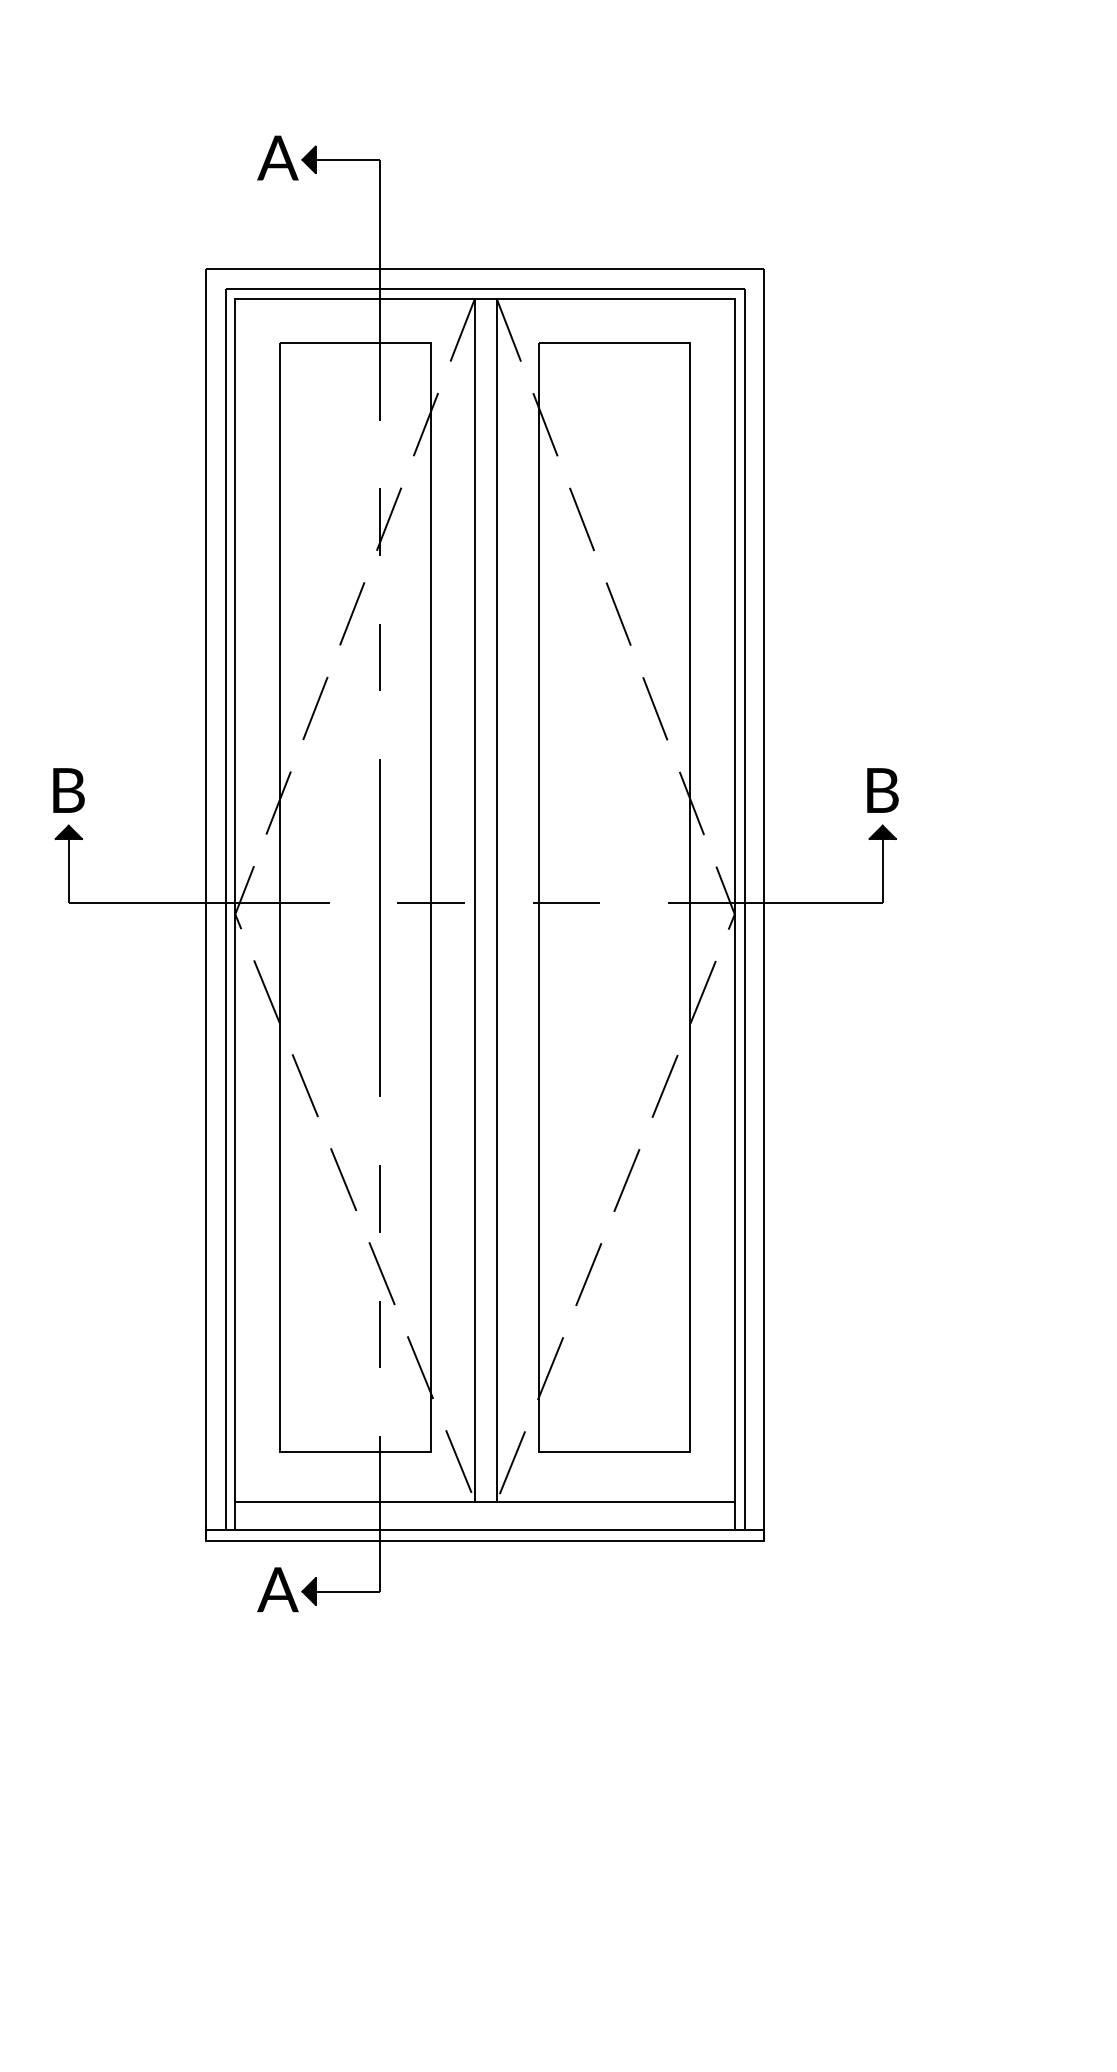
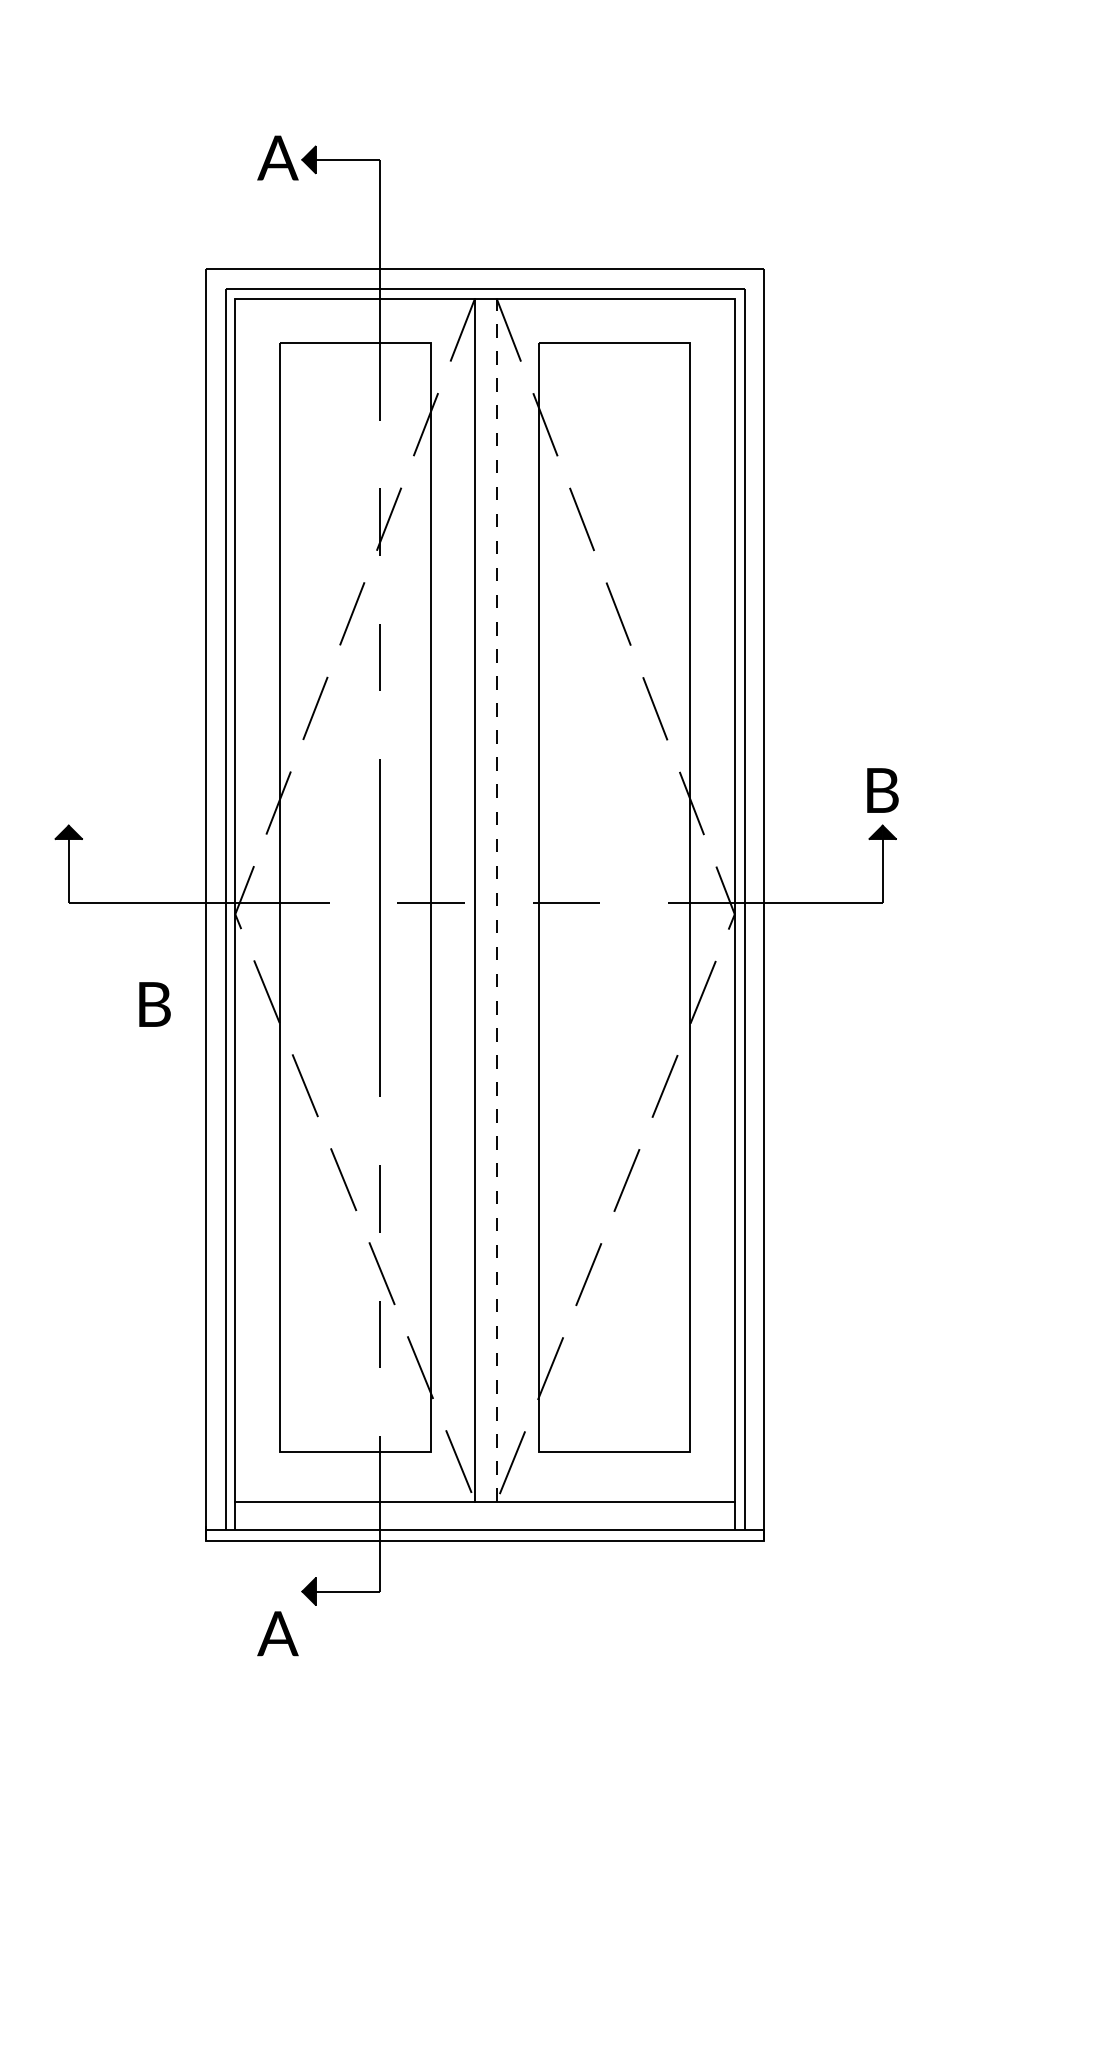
text at (68, 790) position: (68, 790) -> (154, 1004)
line at (496, 900): solid -> dashed
text at (277, 1589) position: (277, 1589) -> (277, 1633)
